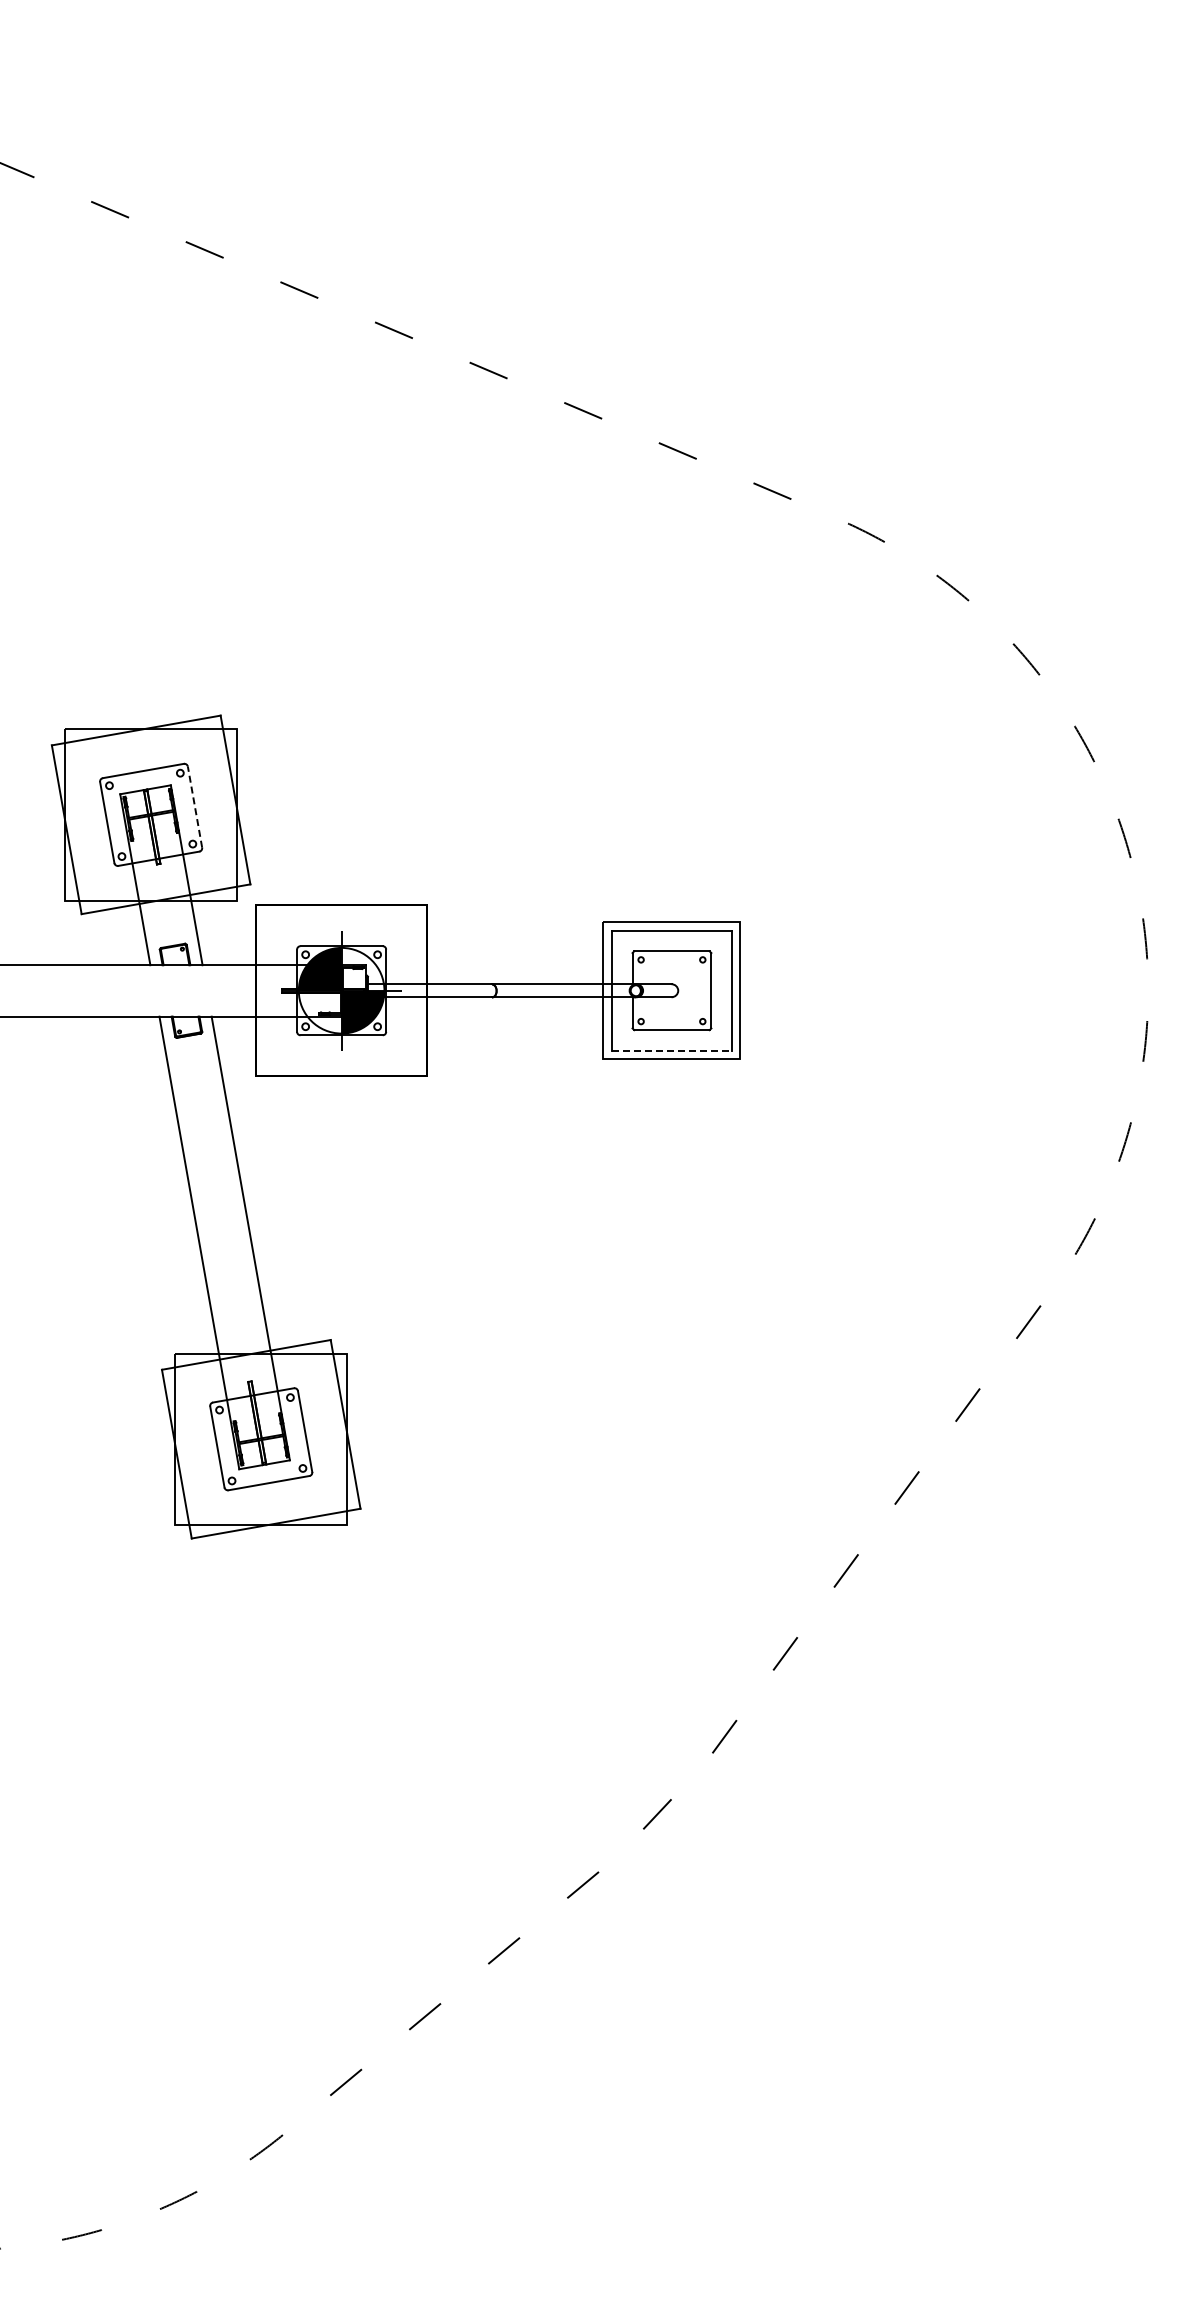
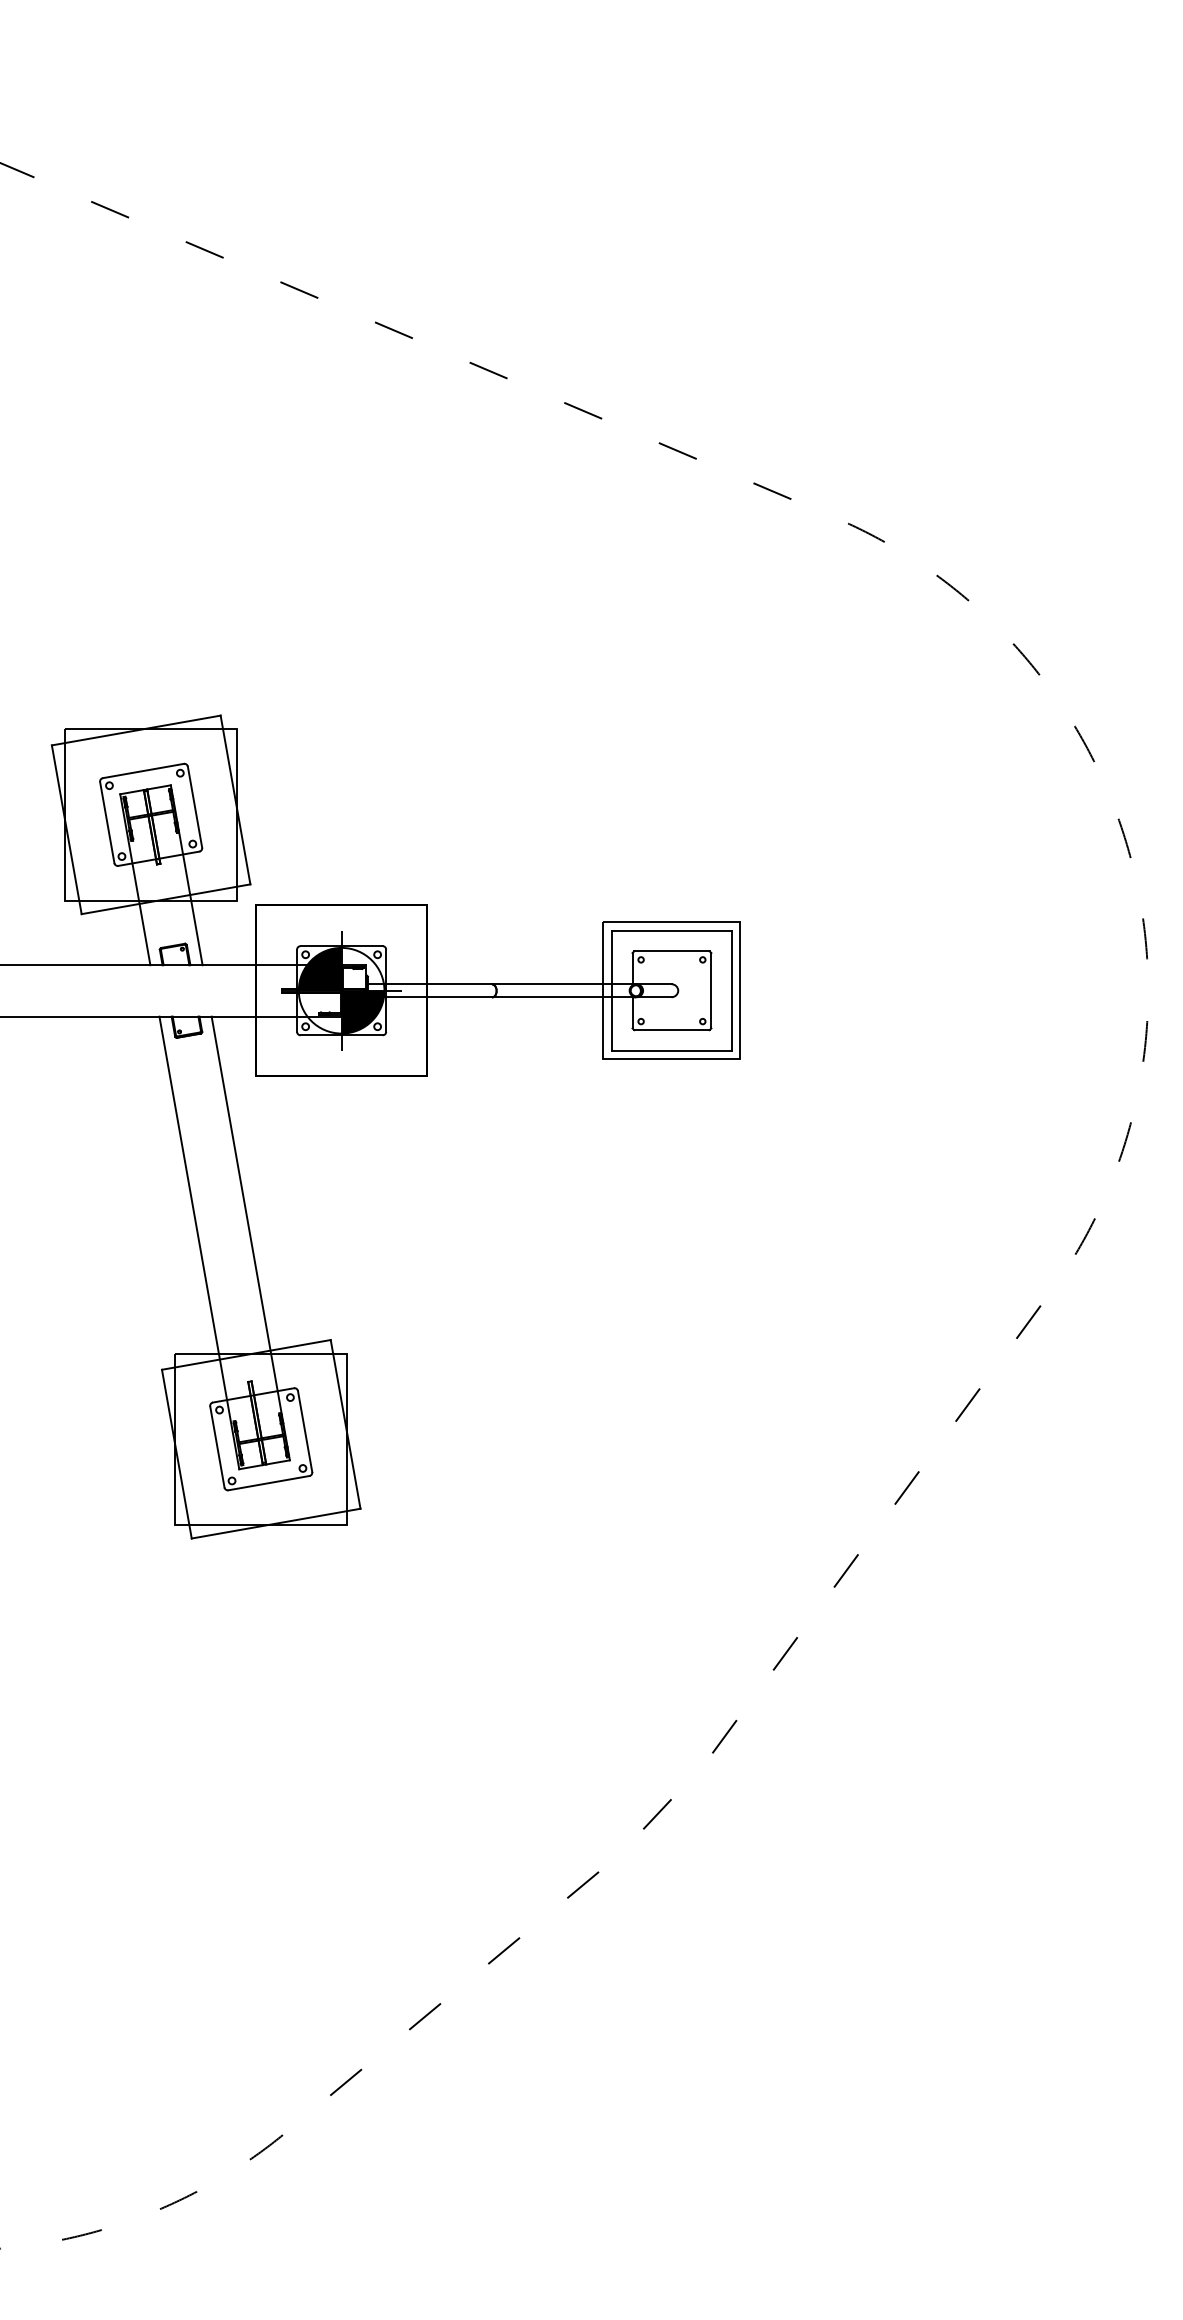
line at (194, 806): dashed -> solid
line at (671, 1050): dashed -> solid
